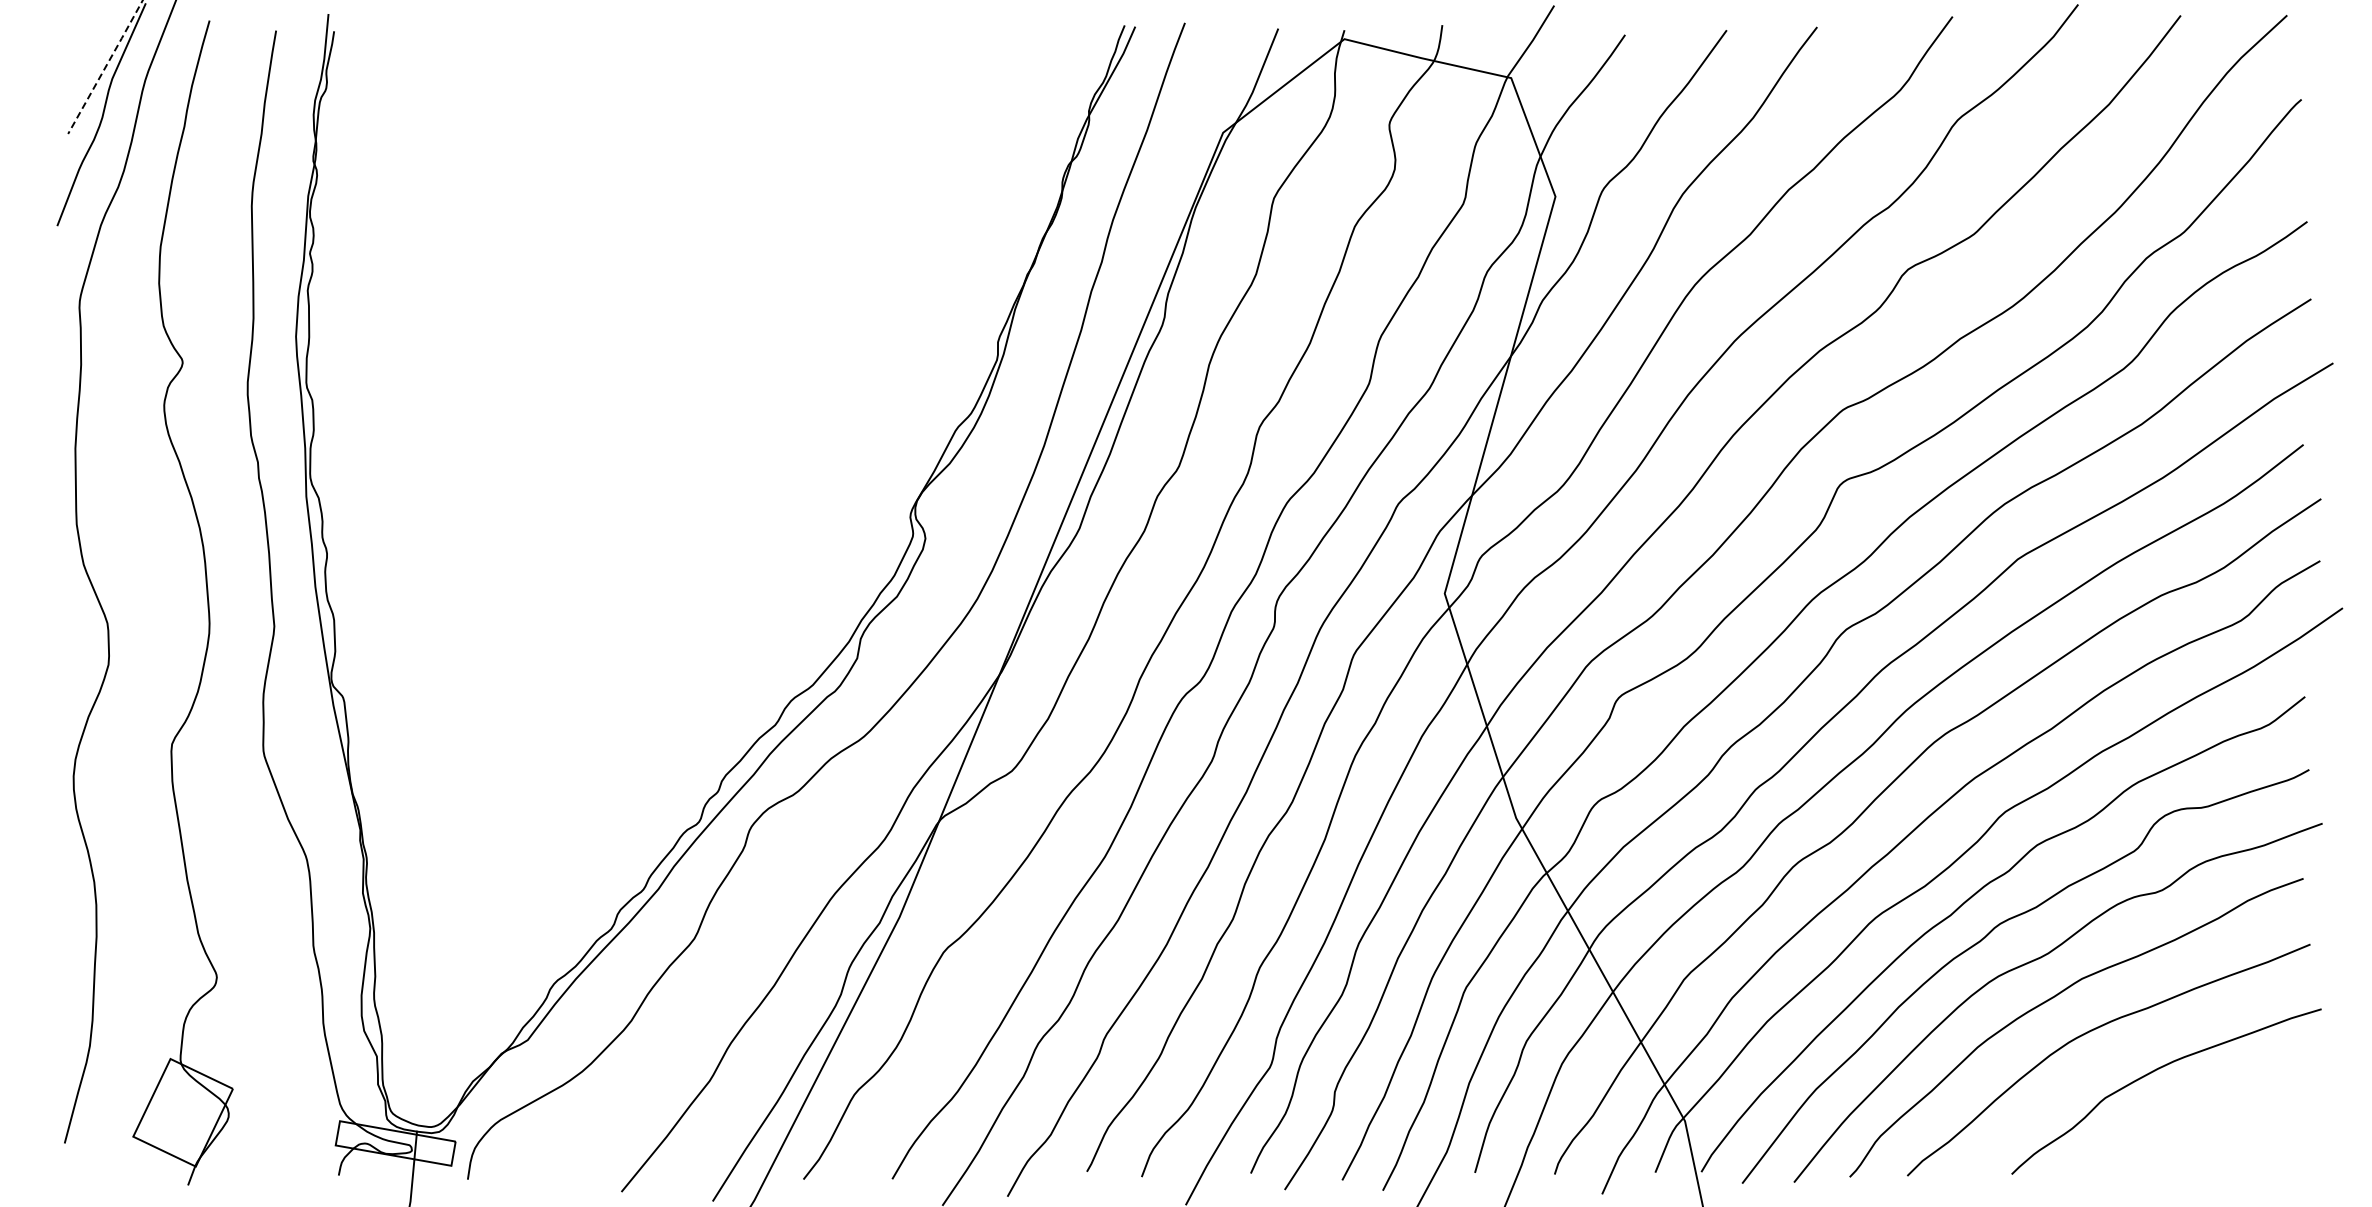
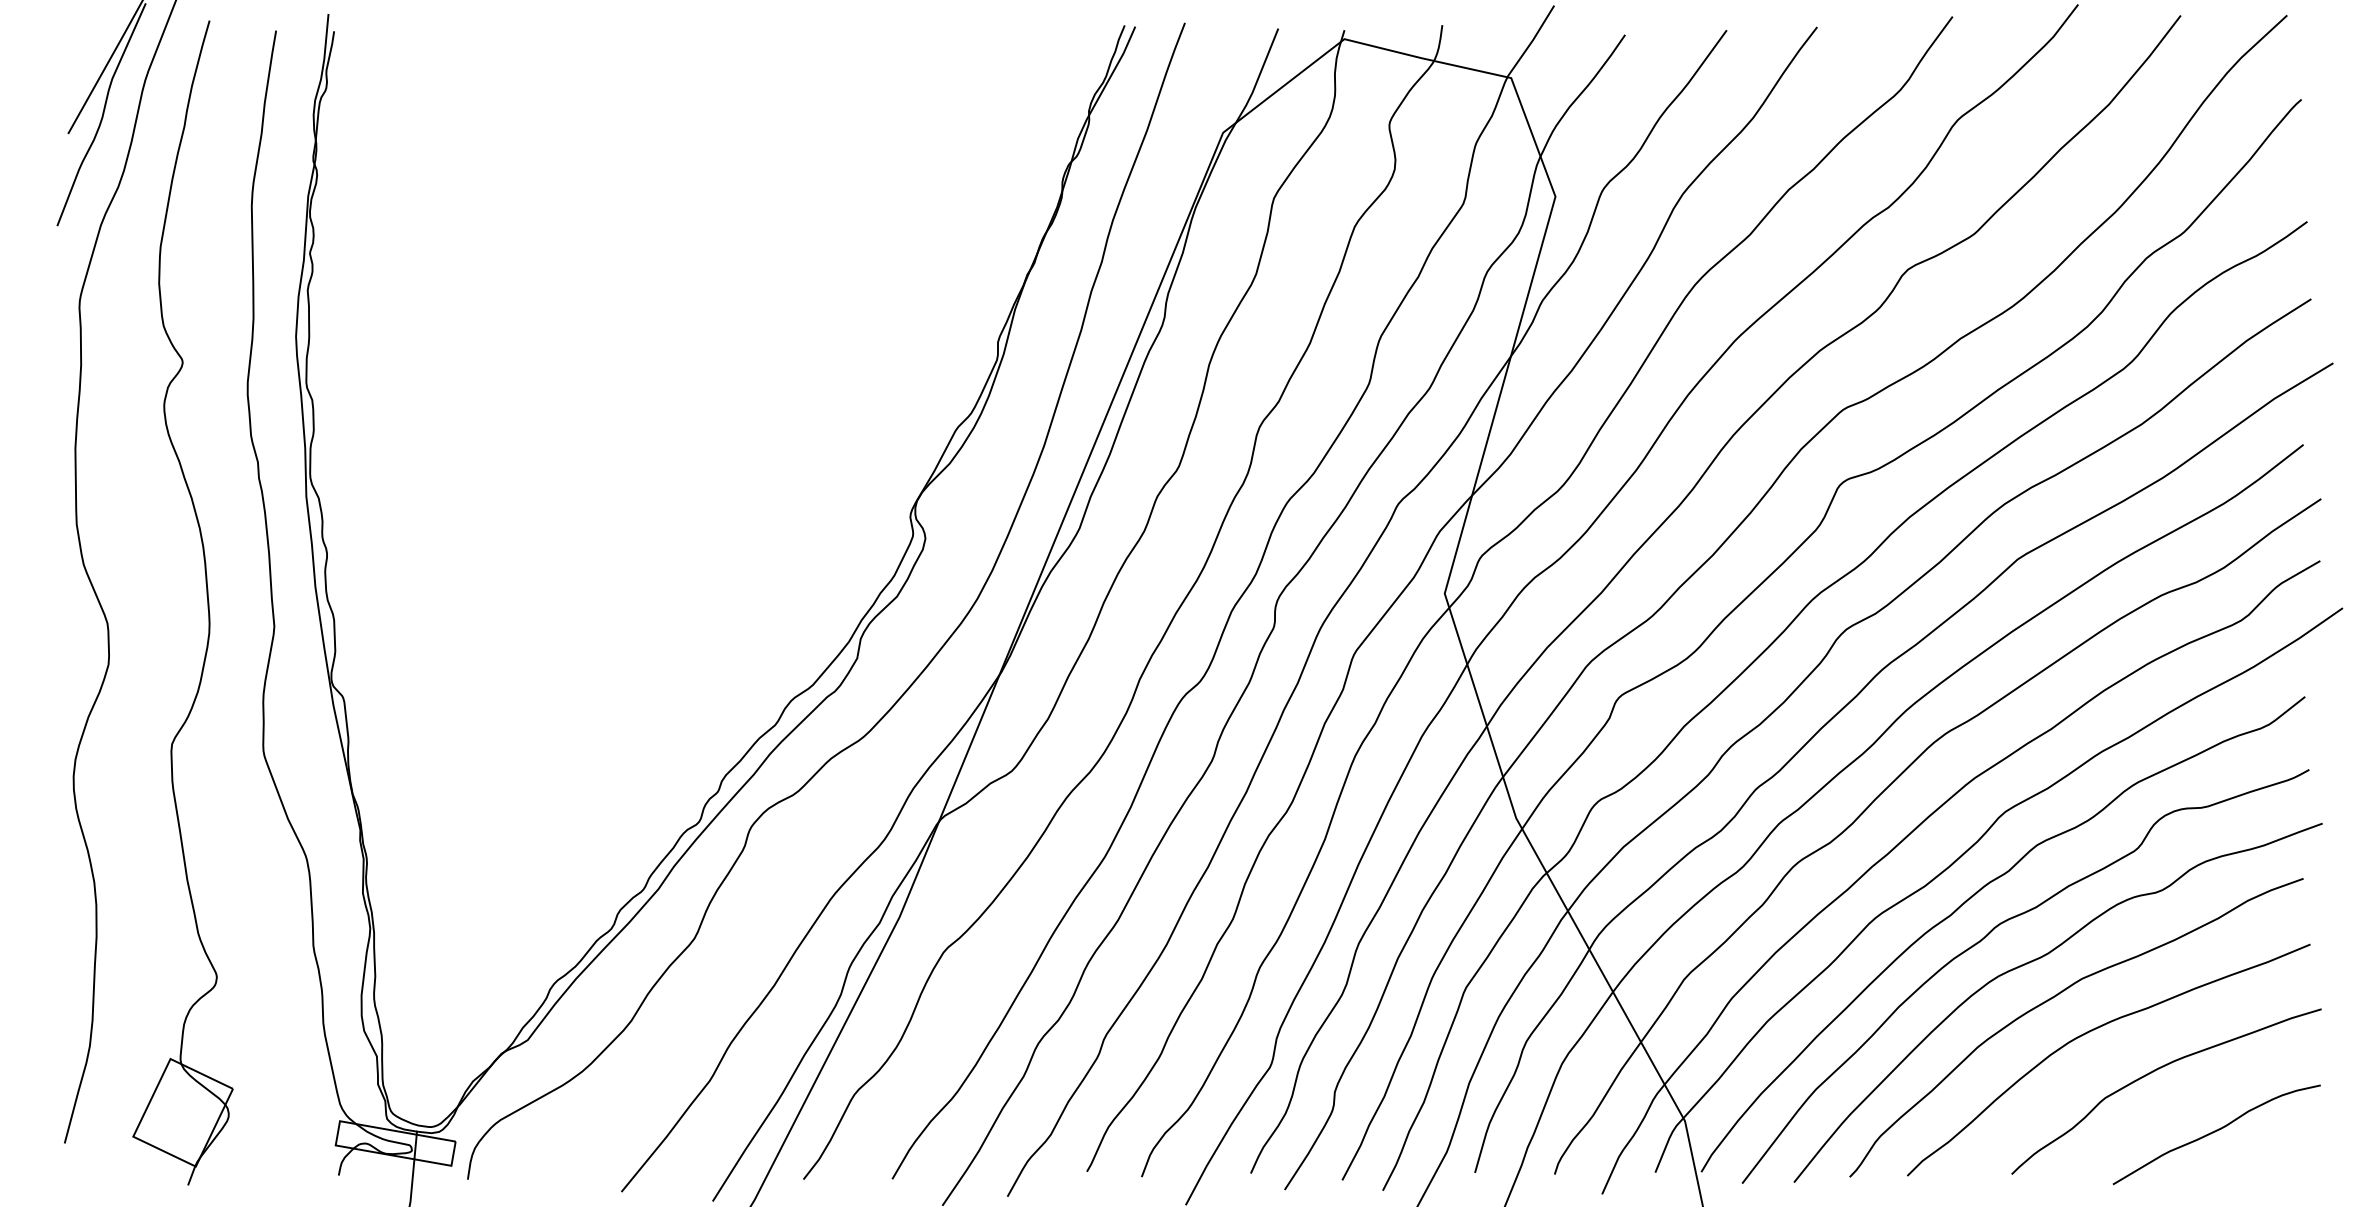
line at (105, 67): dashed -> solid
curve at (2215, 1132): none -> present
